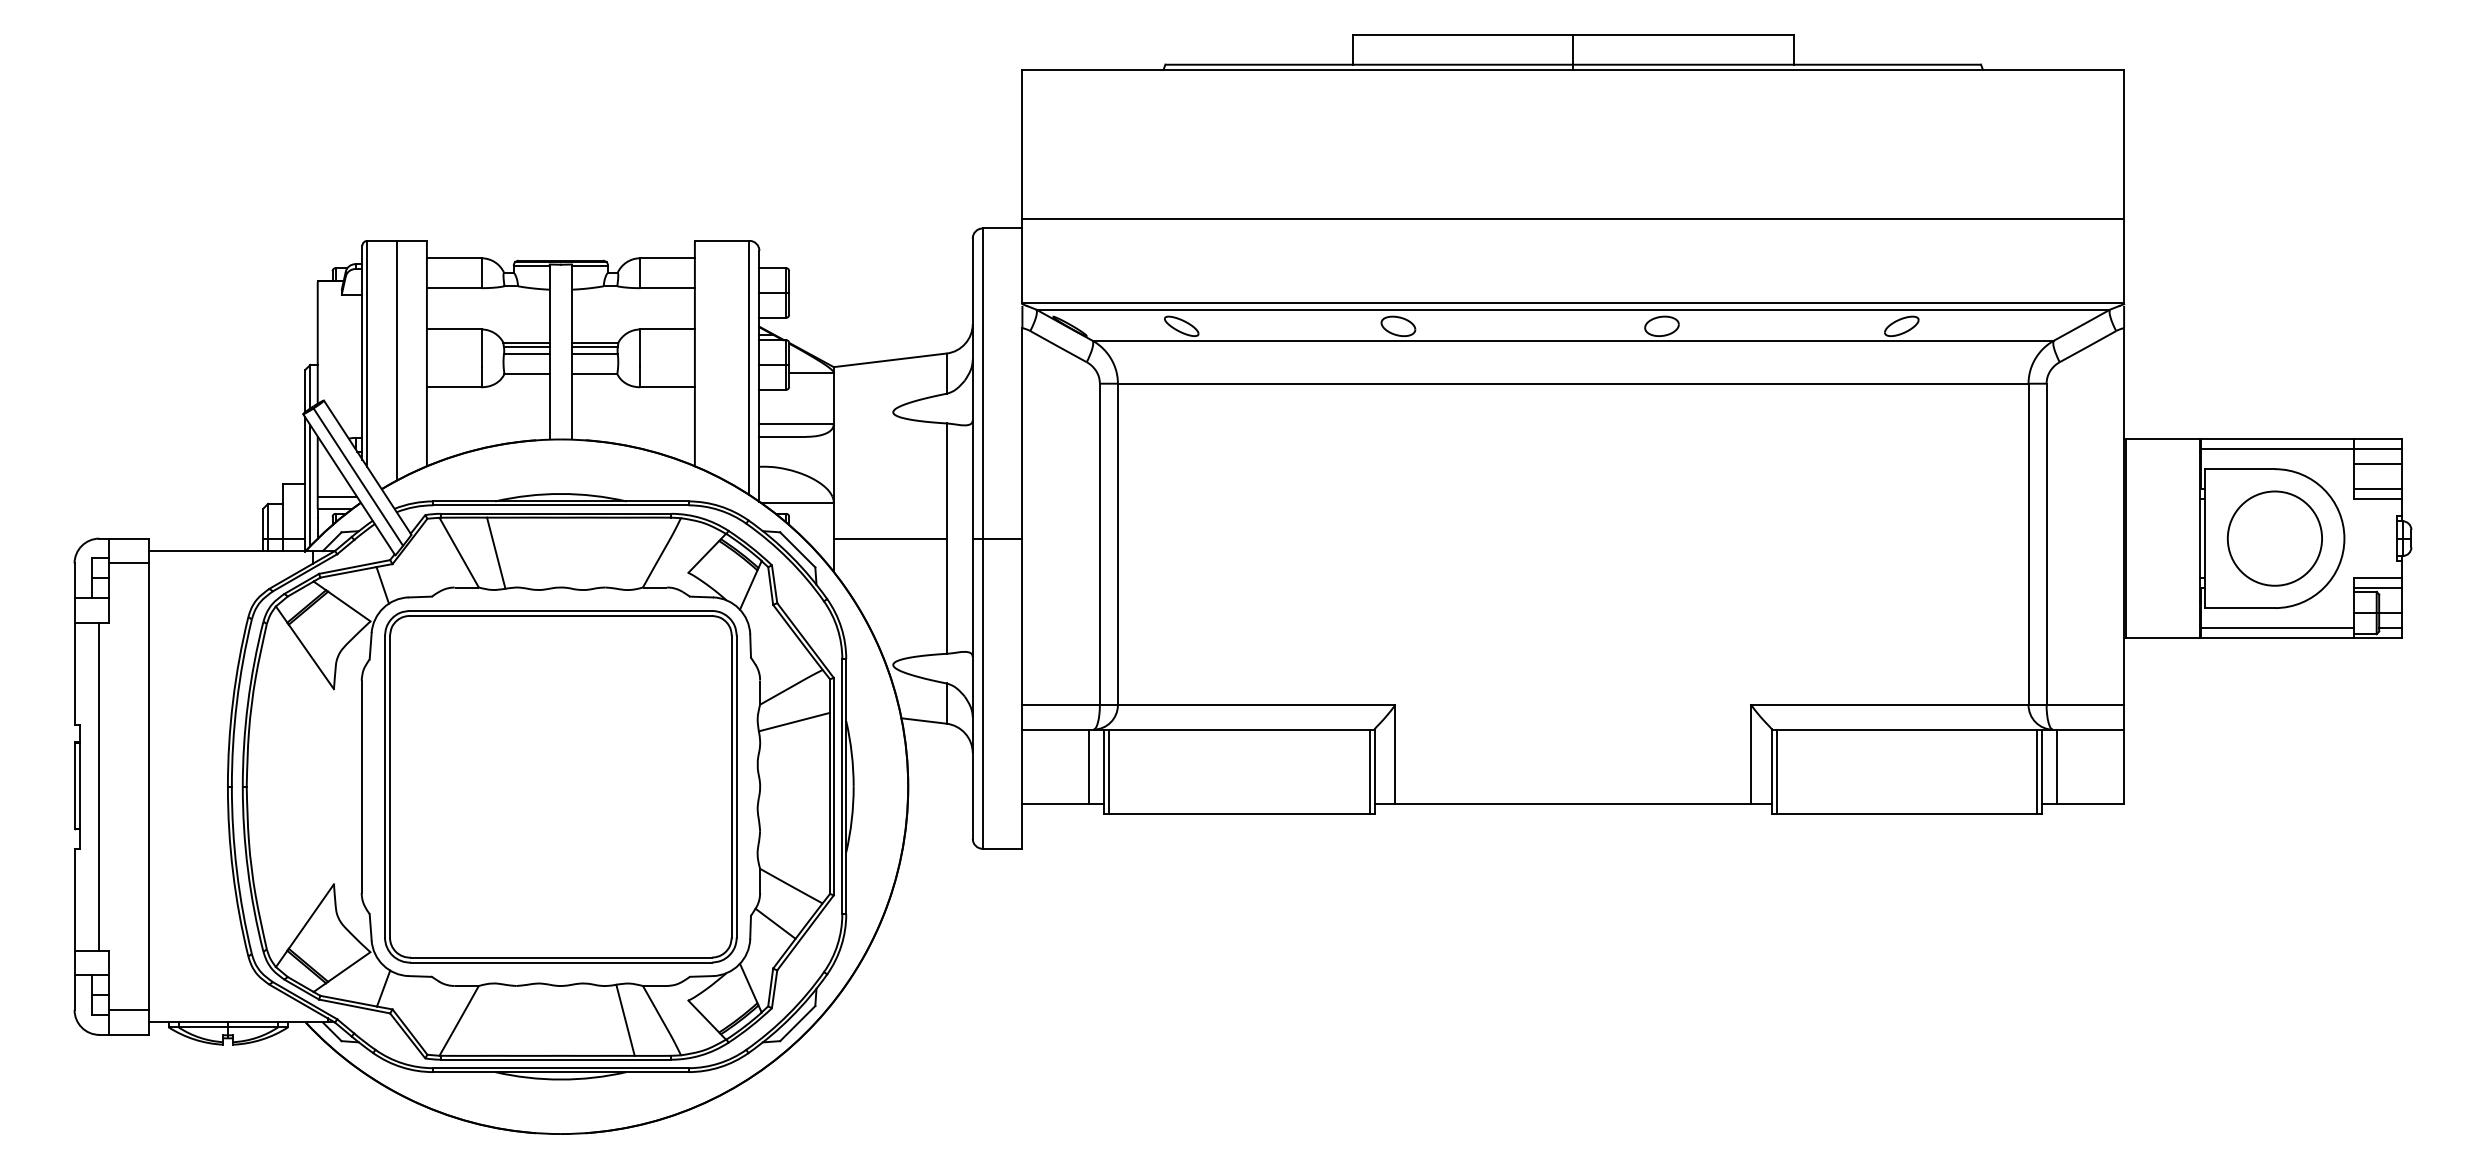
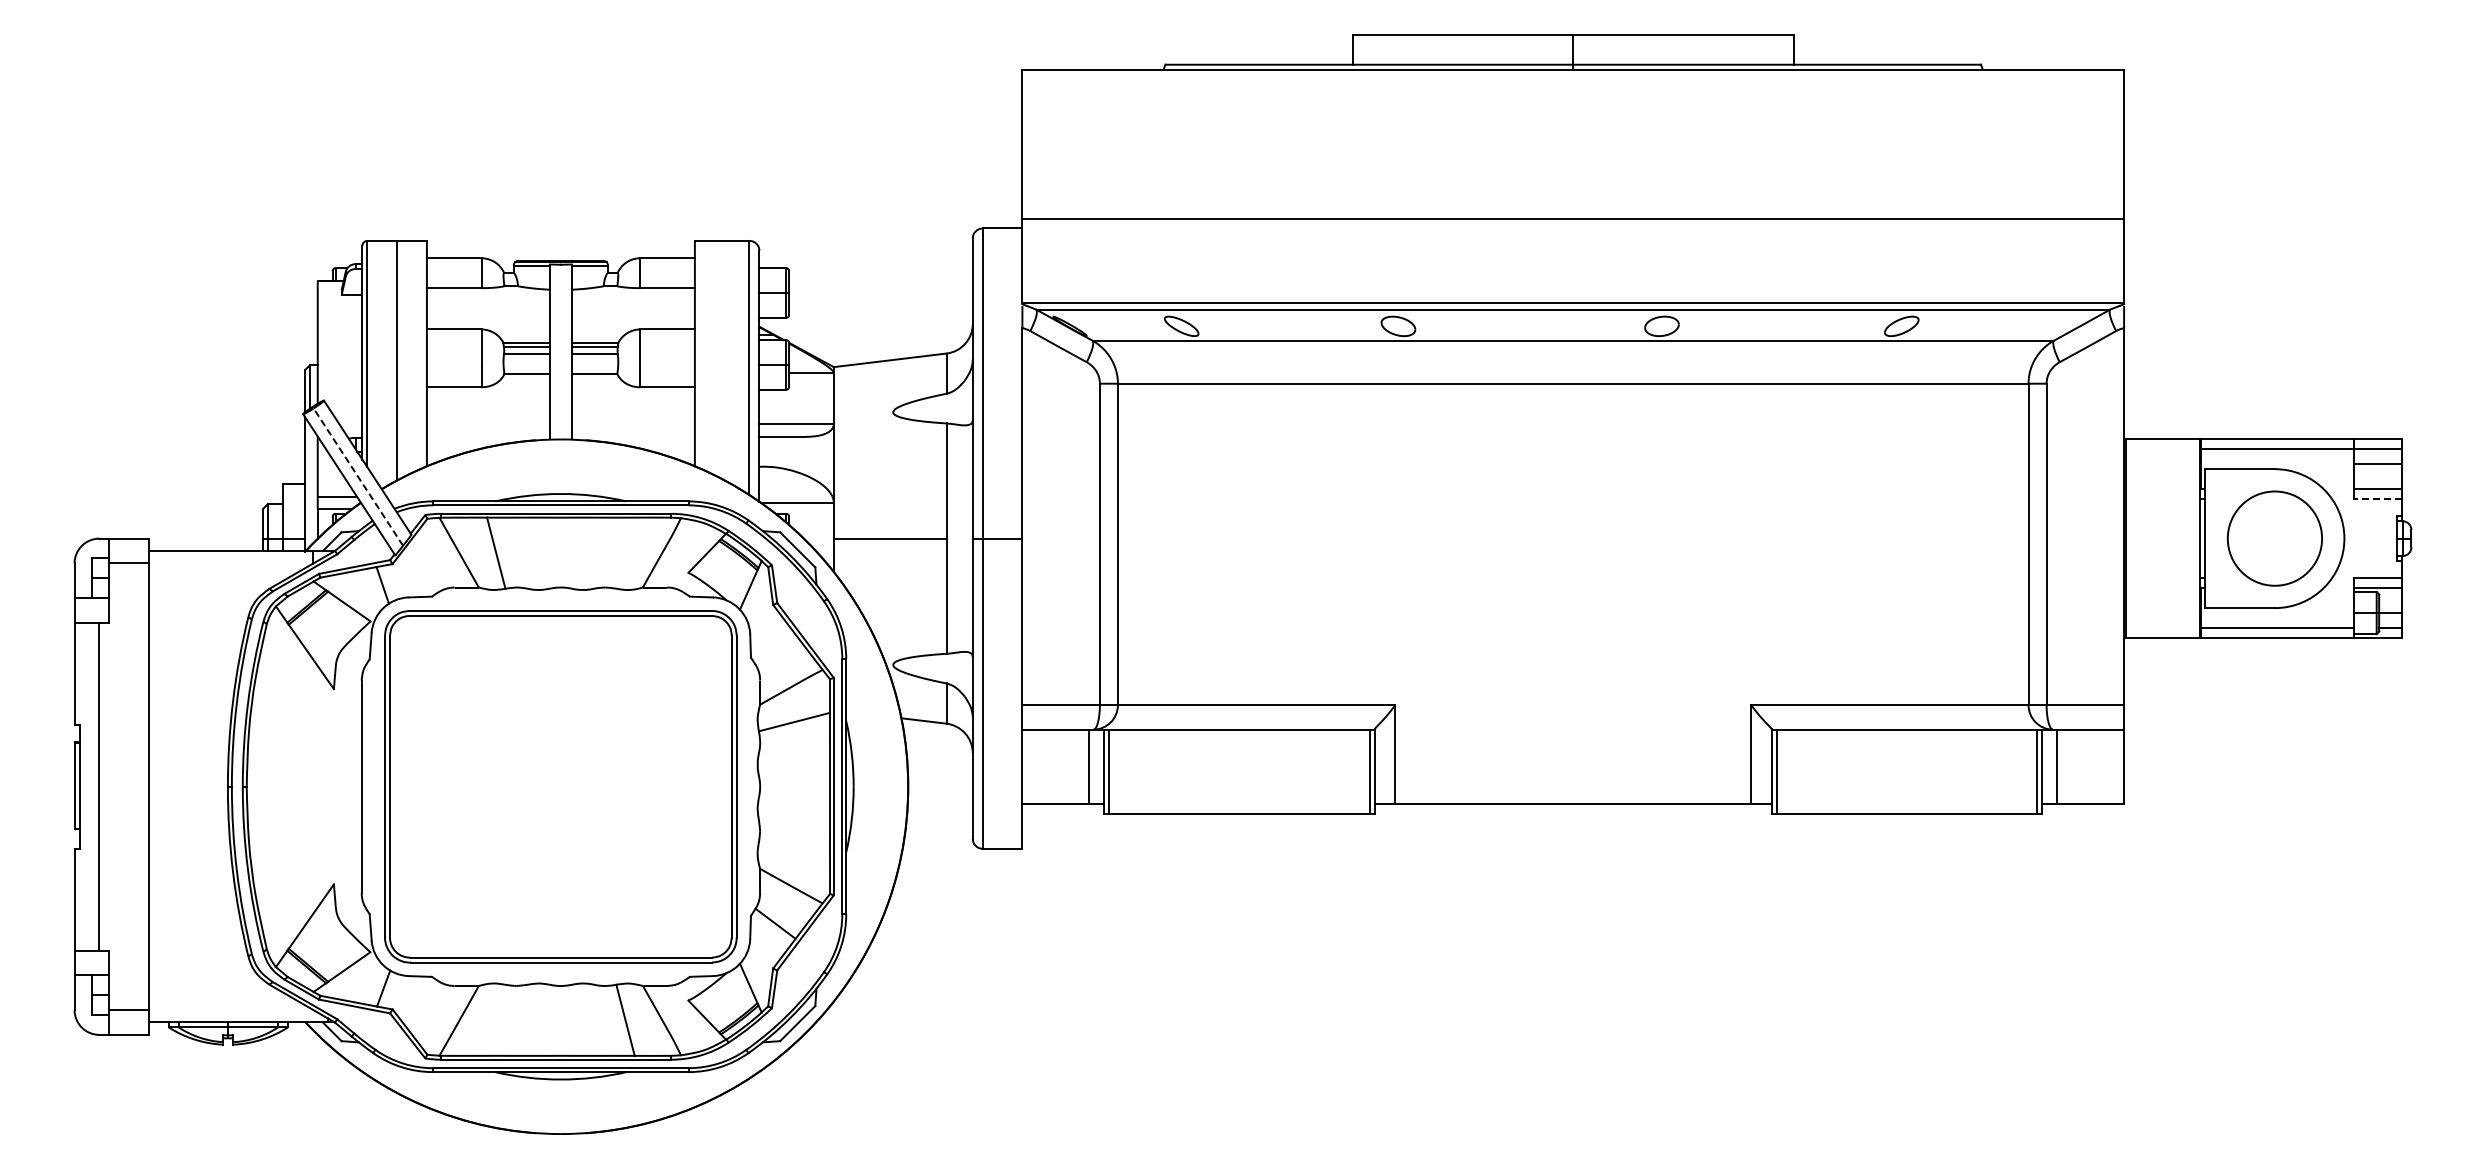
line at (358, 477): solid -> dashed
line at (310, 485): present -> none
line at (2377, 498): solid -> dashed
